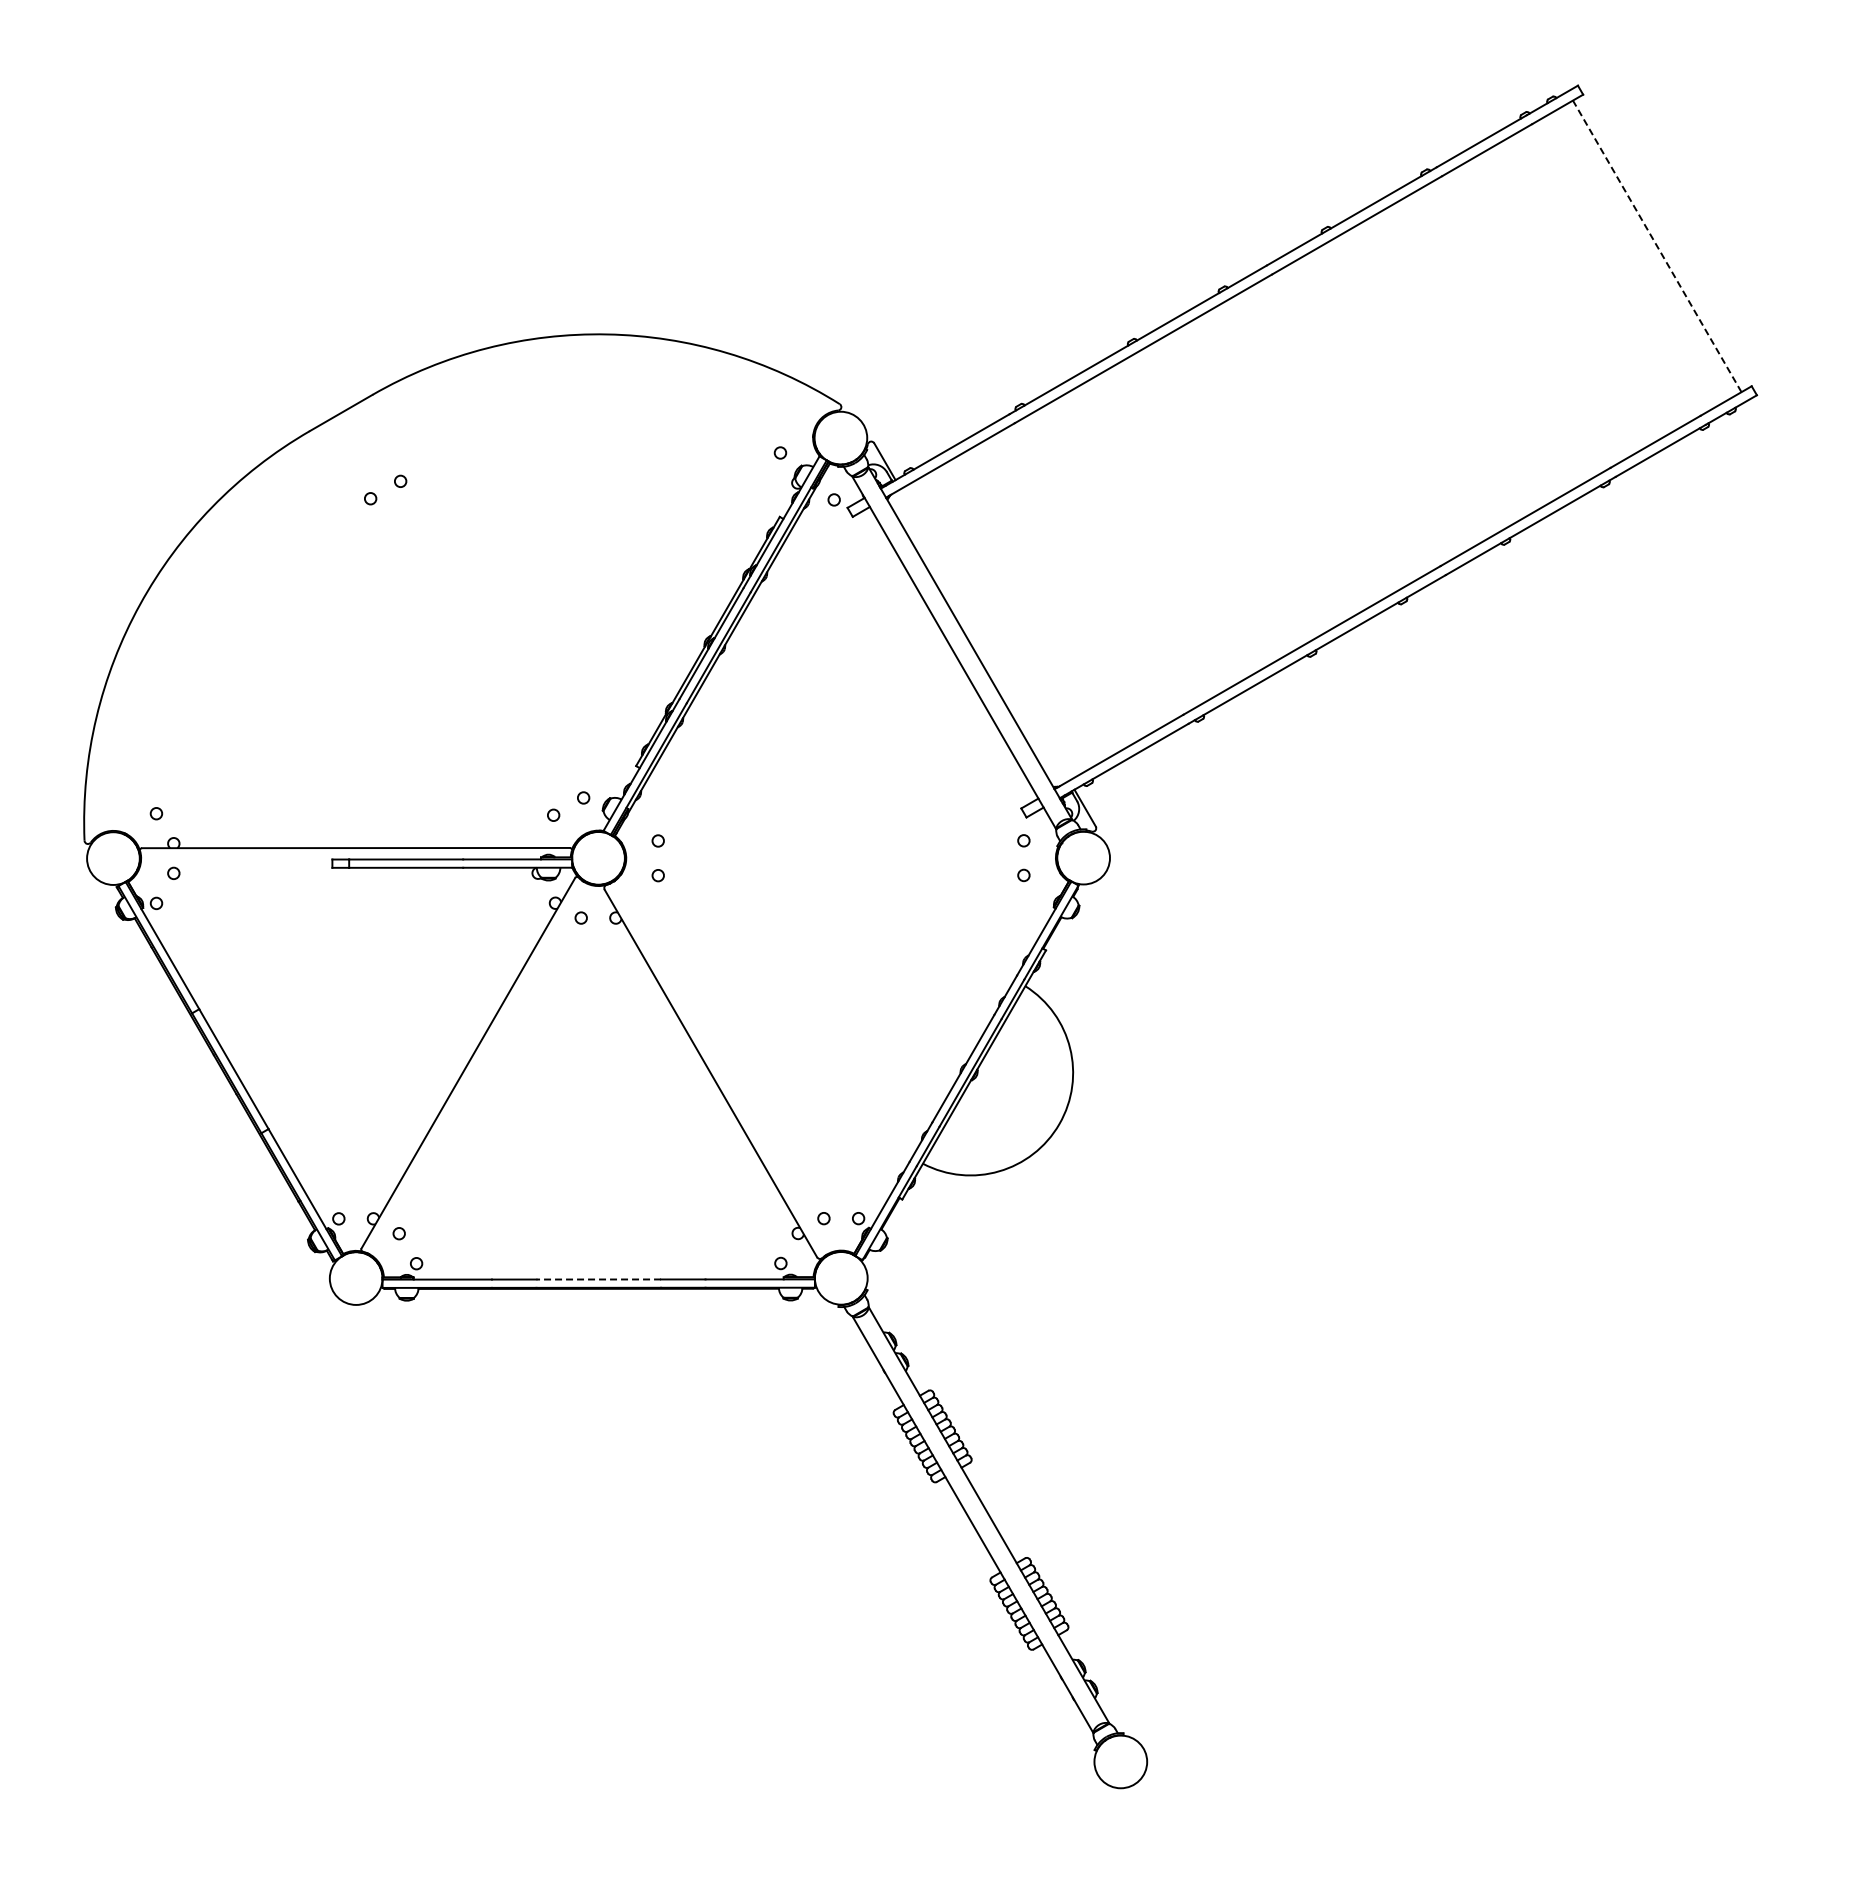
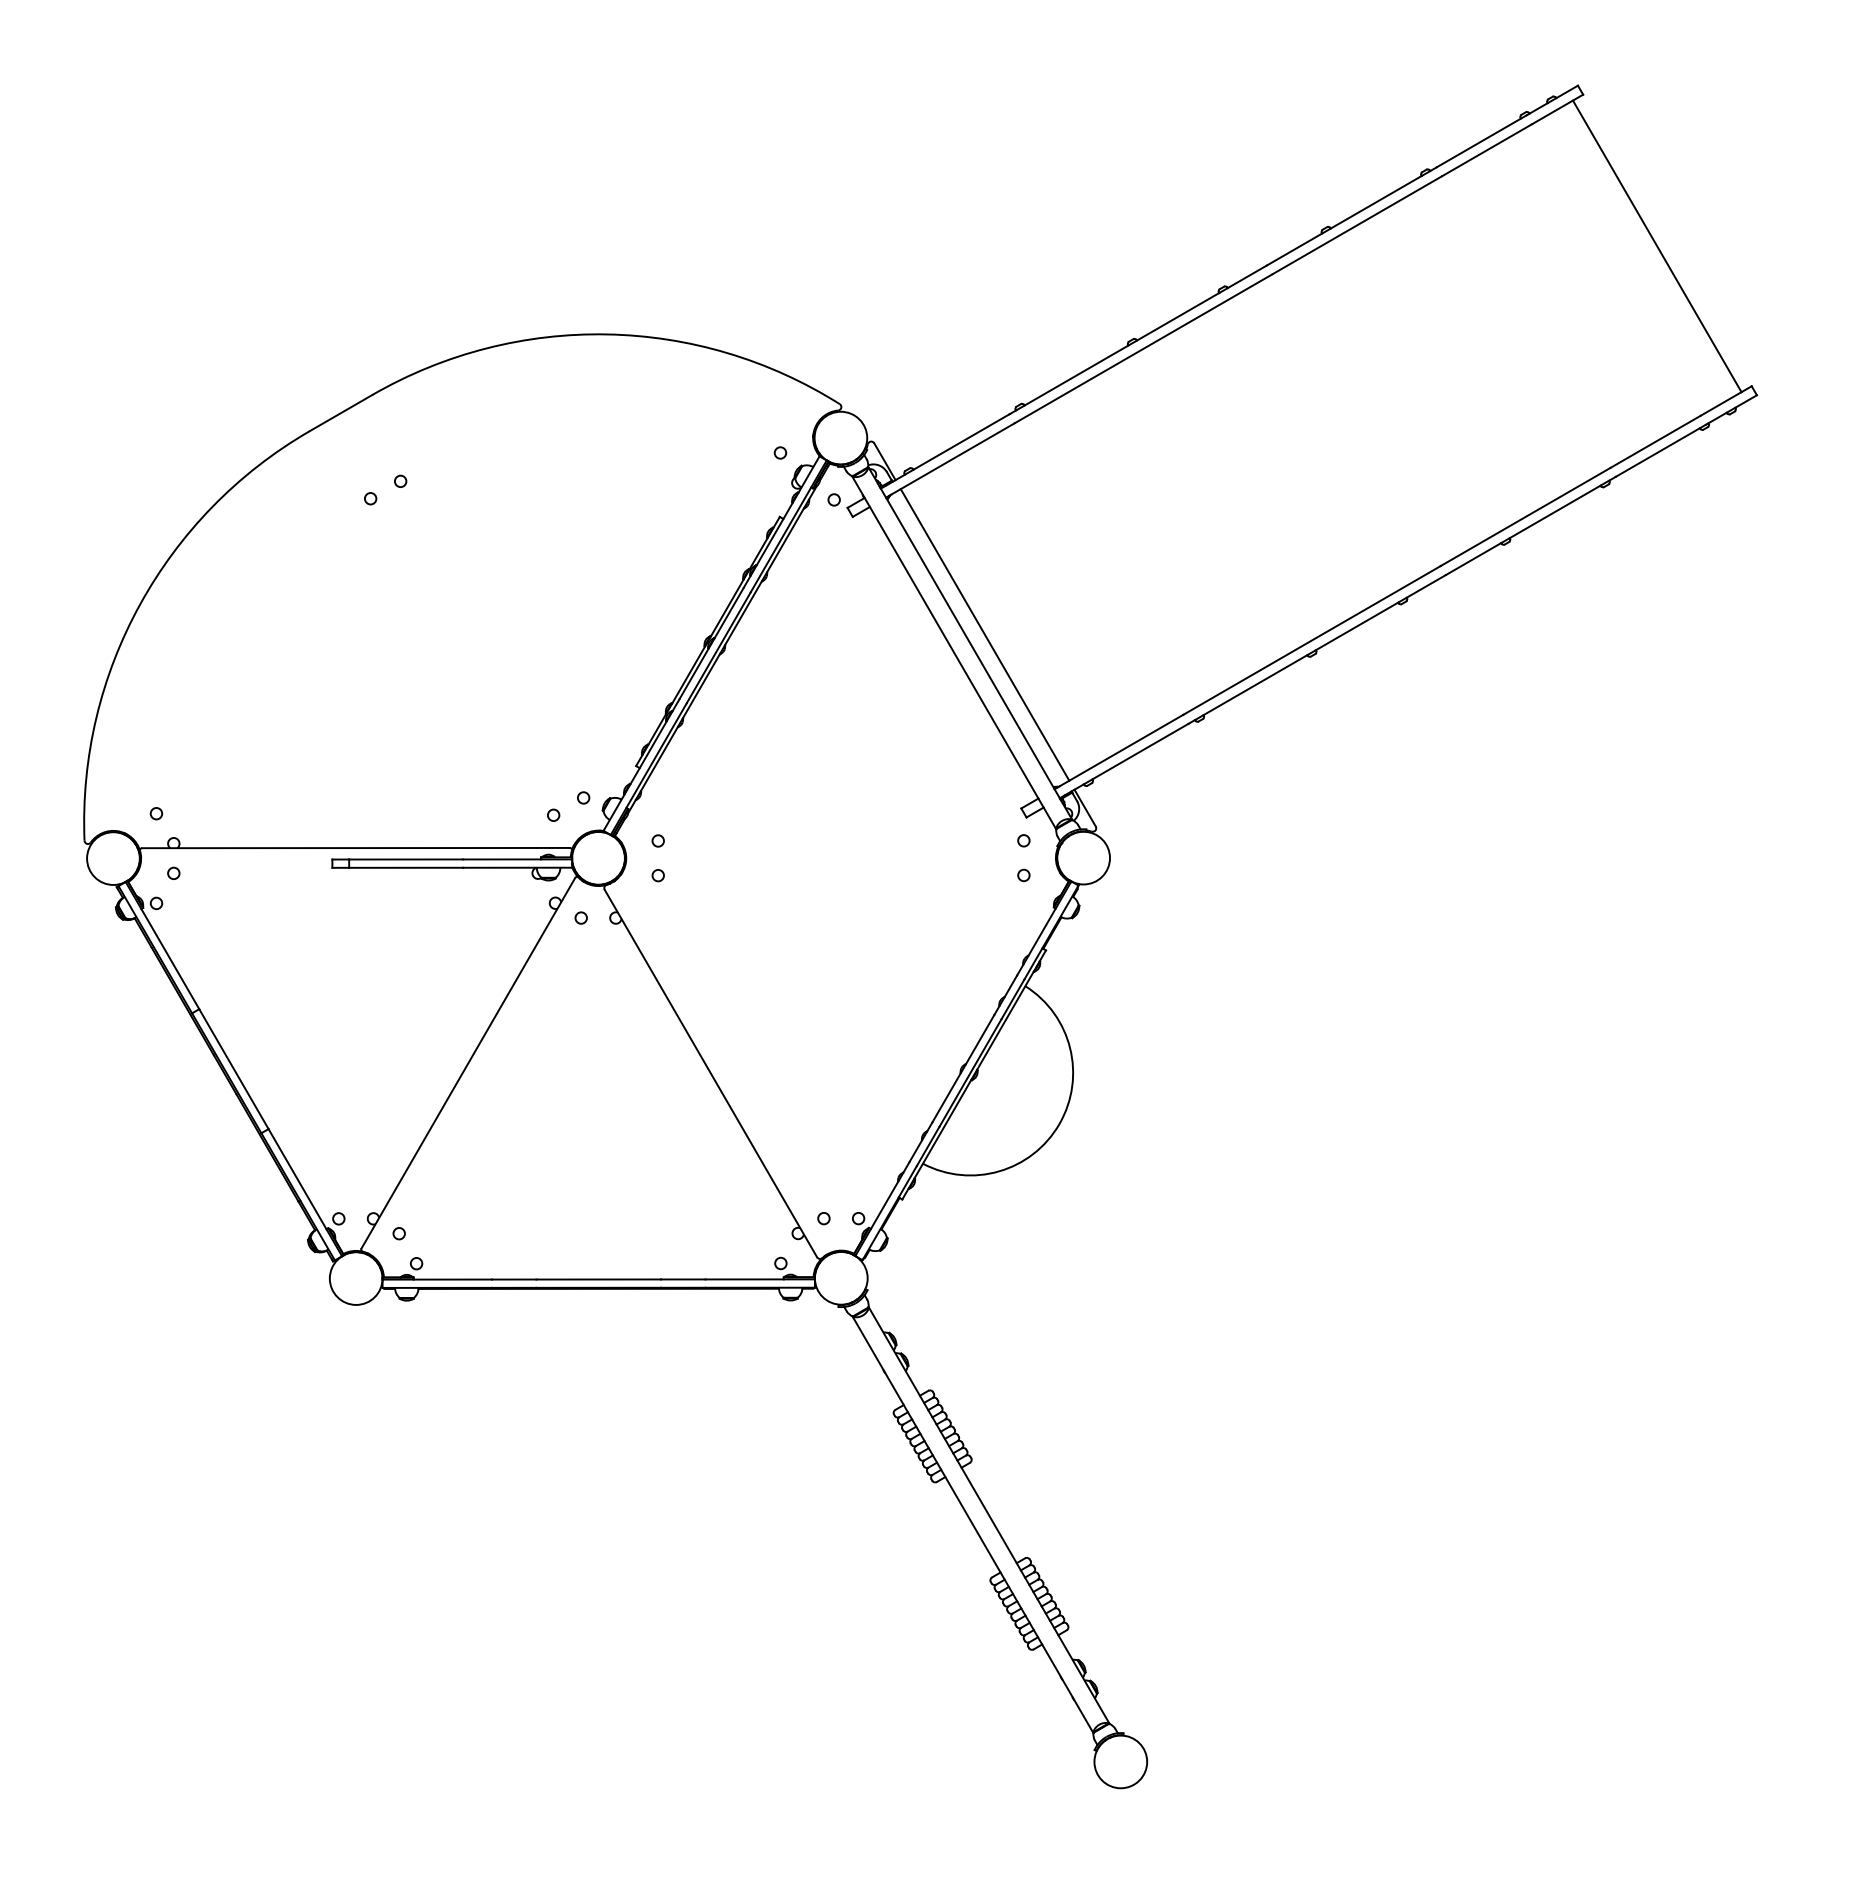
line at (1656, 245): dashed -> solid
line at (984, 634): none -> present
line at (598, 1279): dashed -> solid
